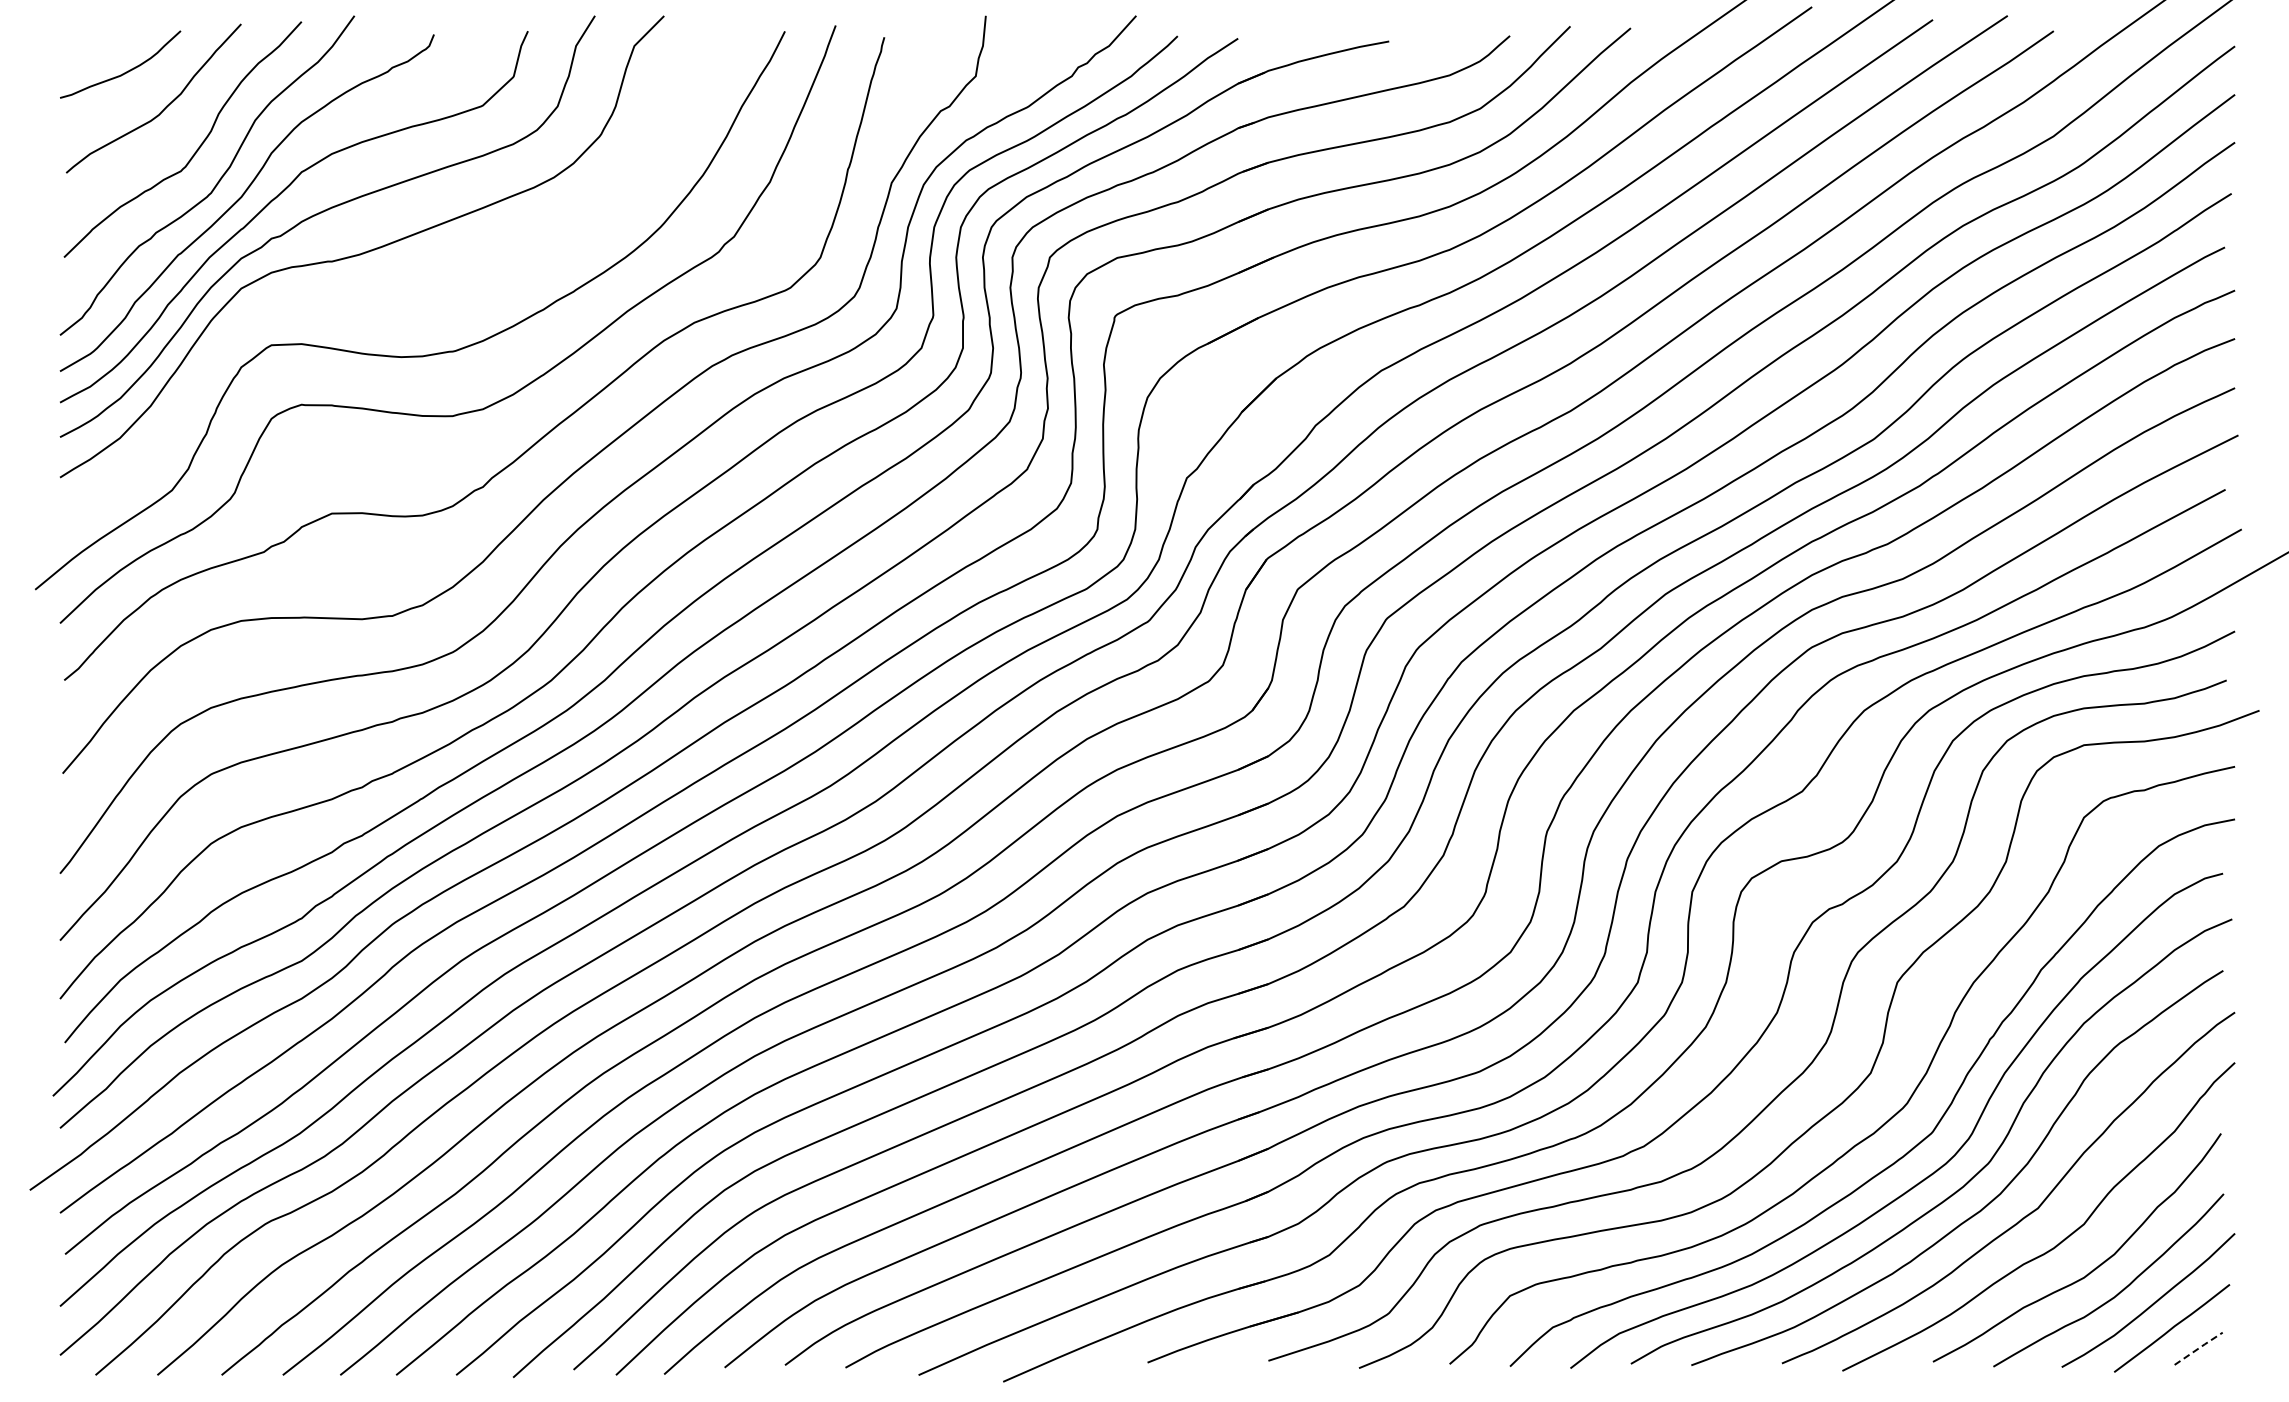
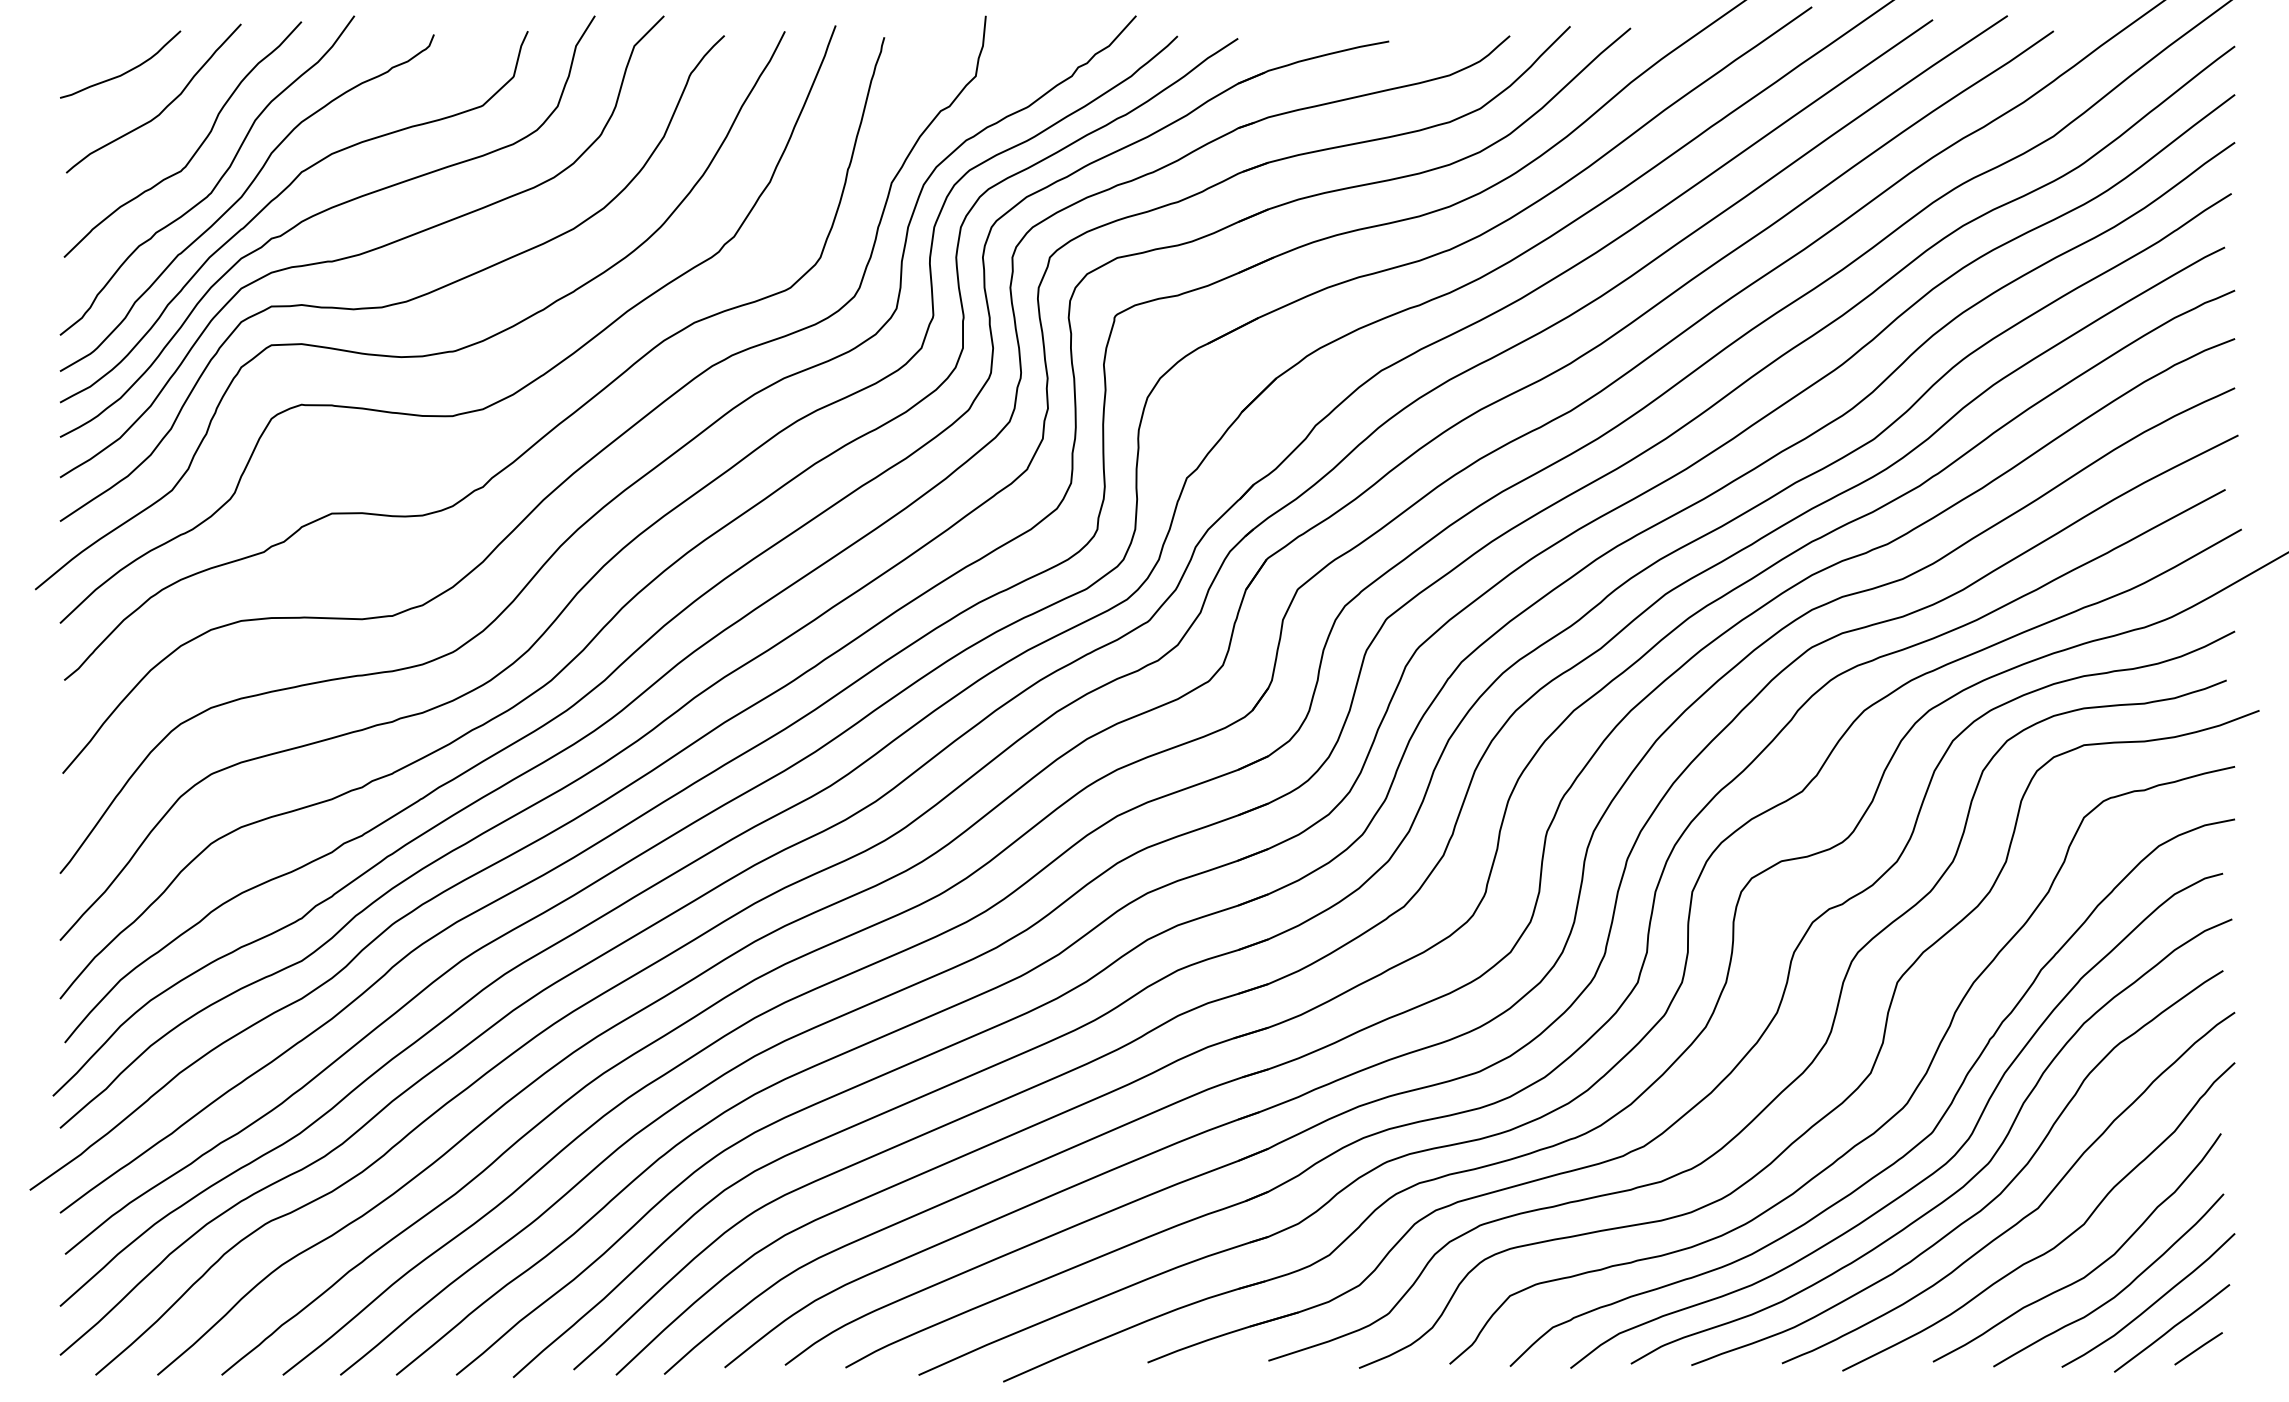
curve at (396, 302): none -> present
line at (2199, 1348): dashed -> solid
